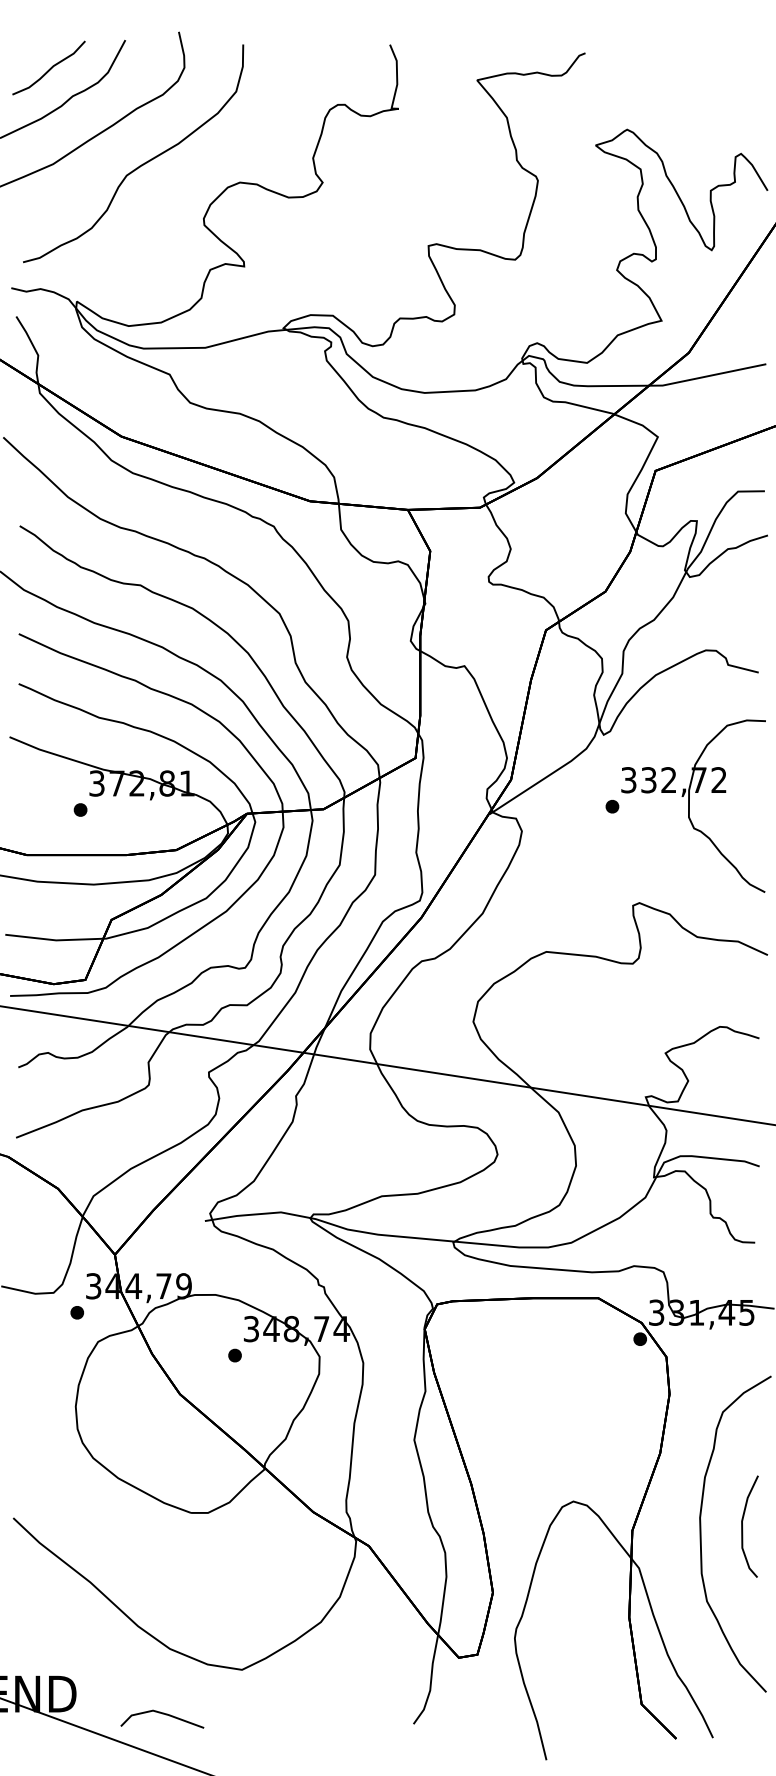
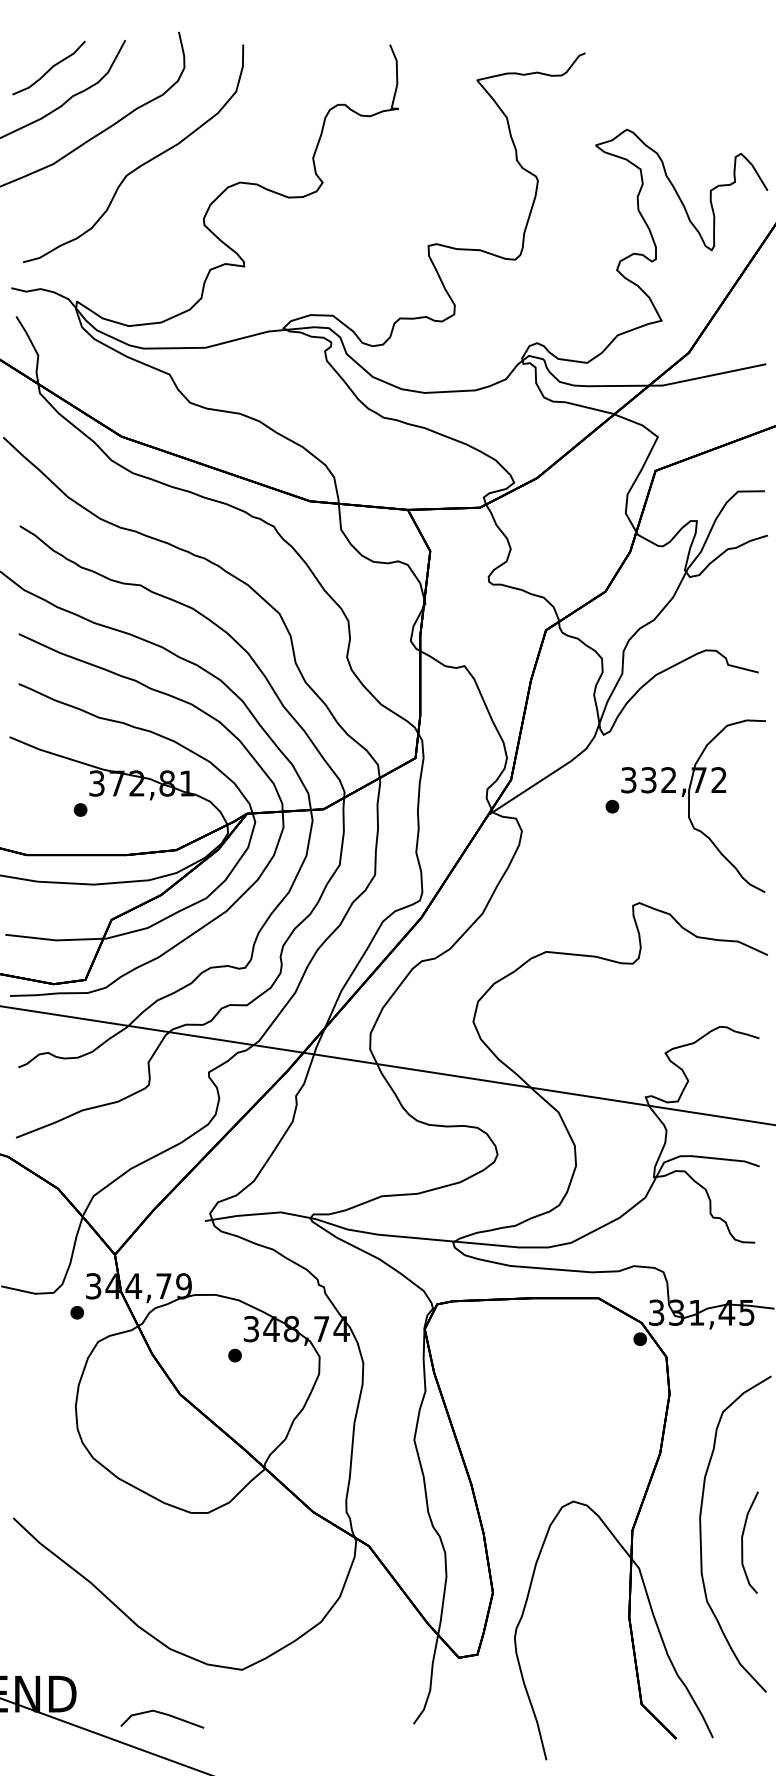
curve at (743, 1528) position: (743, 1528) -> (743, 1544)
